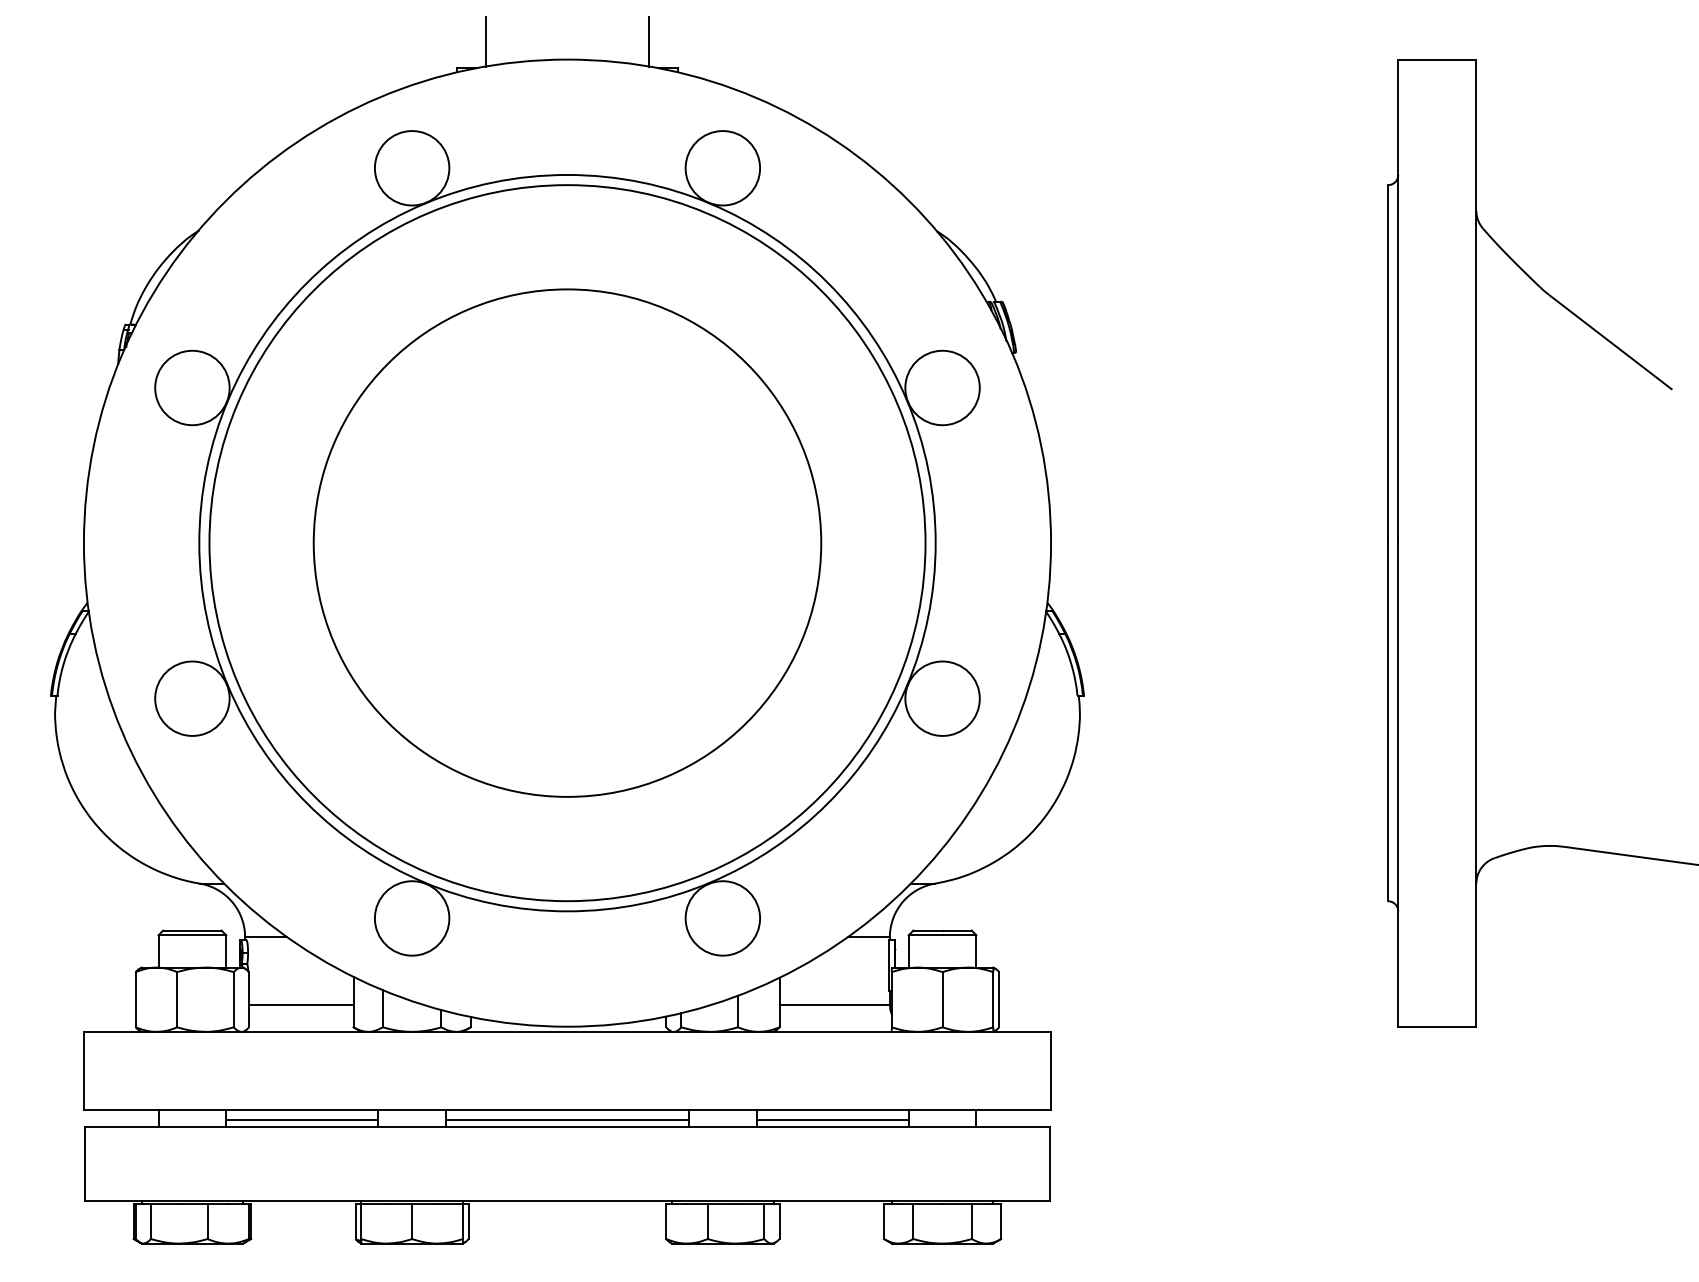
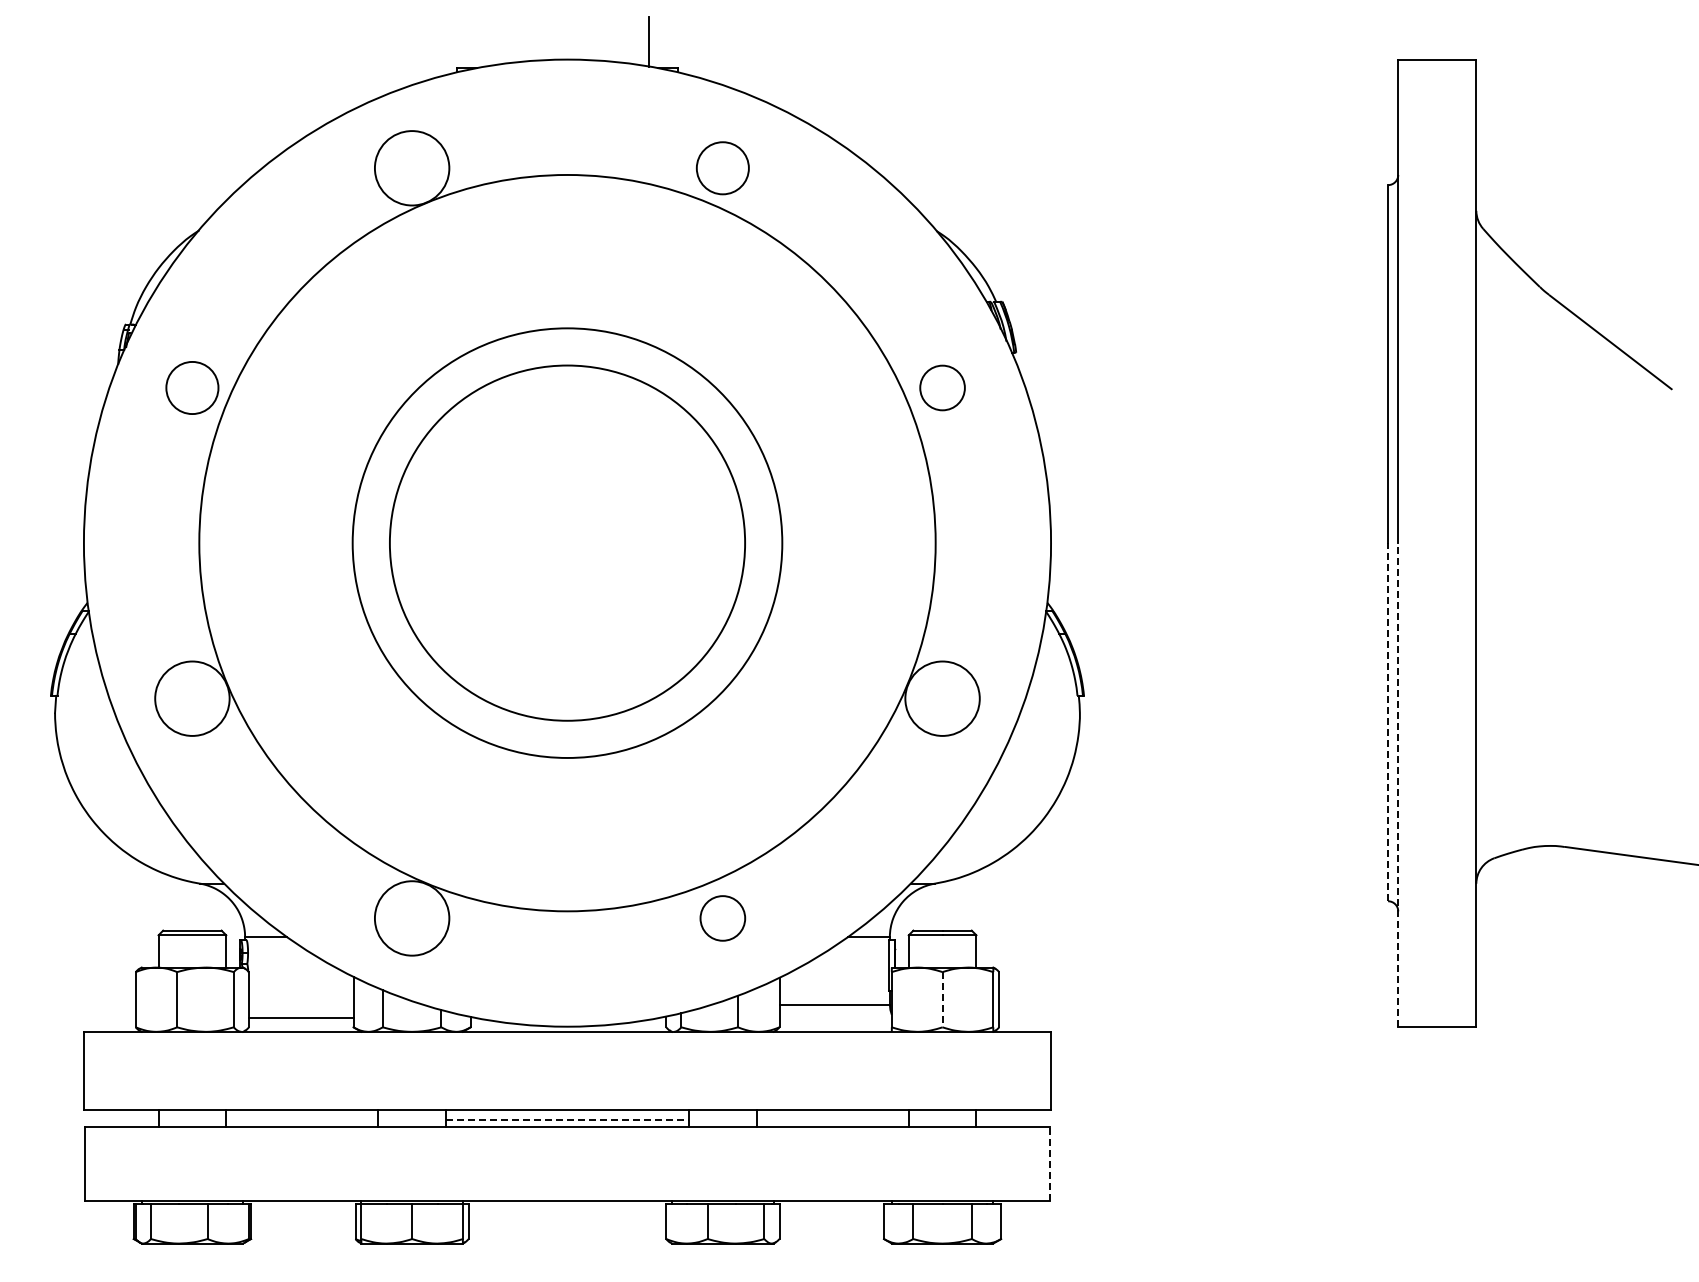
line at (486, 41): present -> none
circle at (722, 168) diameter: 74 px -> 52 px
circle at (192, 387) diameter: 74 px -> 52 px
circle at (942, 387) diameter: 74 px -> 45 px
circle at (567, 542) diameter: 508 px -> 355 px
circle at (567, 543) diameter: 716 px -> 430 px
line at (1388, 721): solid -> dashed
line at (1398, 784): solid -> dashed
circle at (722, 918) diameter: 74 px -> 45 px
line at (942, 999): solid -> dashed
line at (300, 1004) position: (300, 1004) -> (300, 1017)
line at (302, 1120): present -> none
line at (567, 1120): solid -> dashed
line at (832, 1120): present -> none
line at (1049, 1163): solid -> dashed
